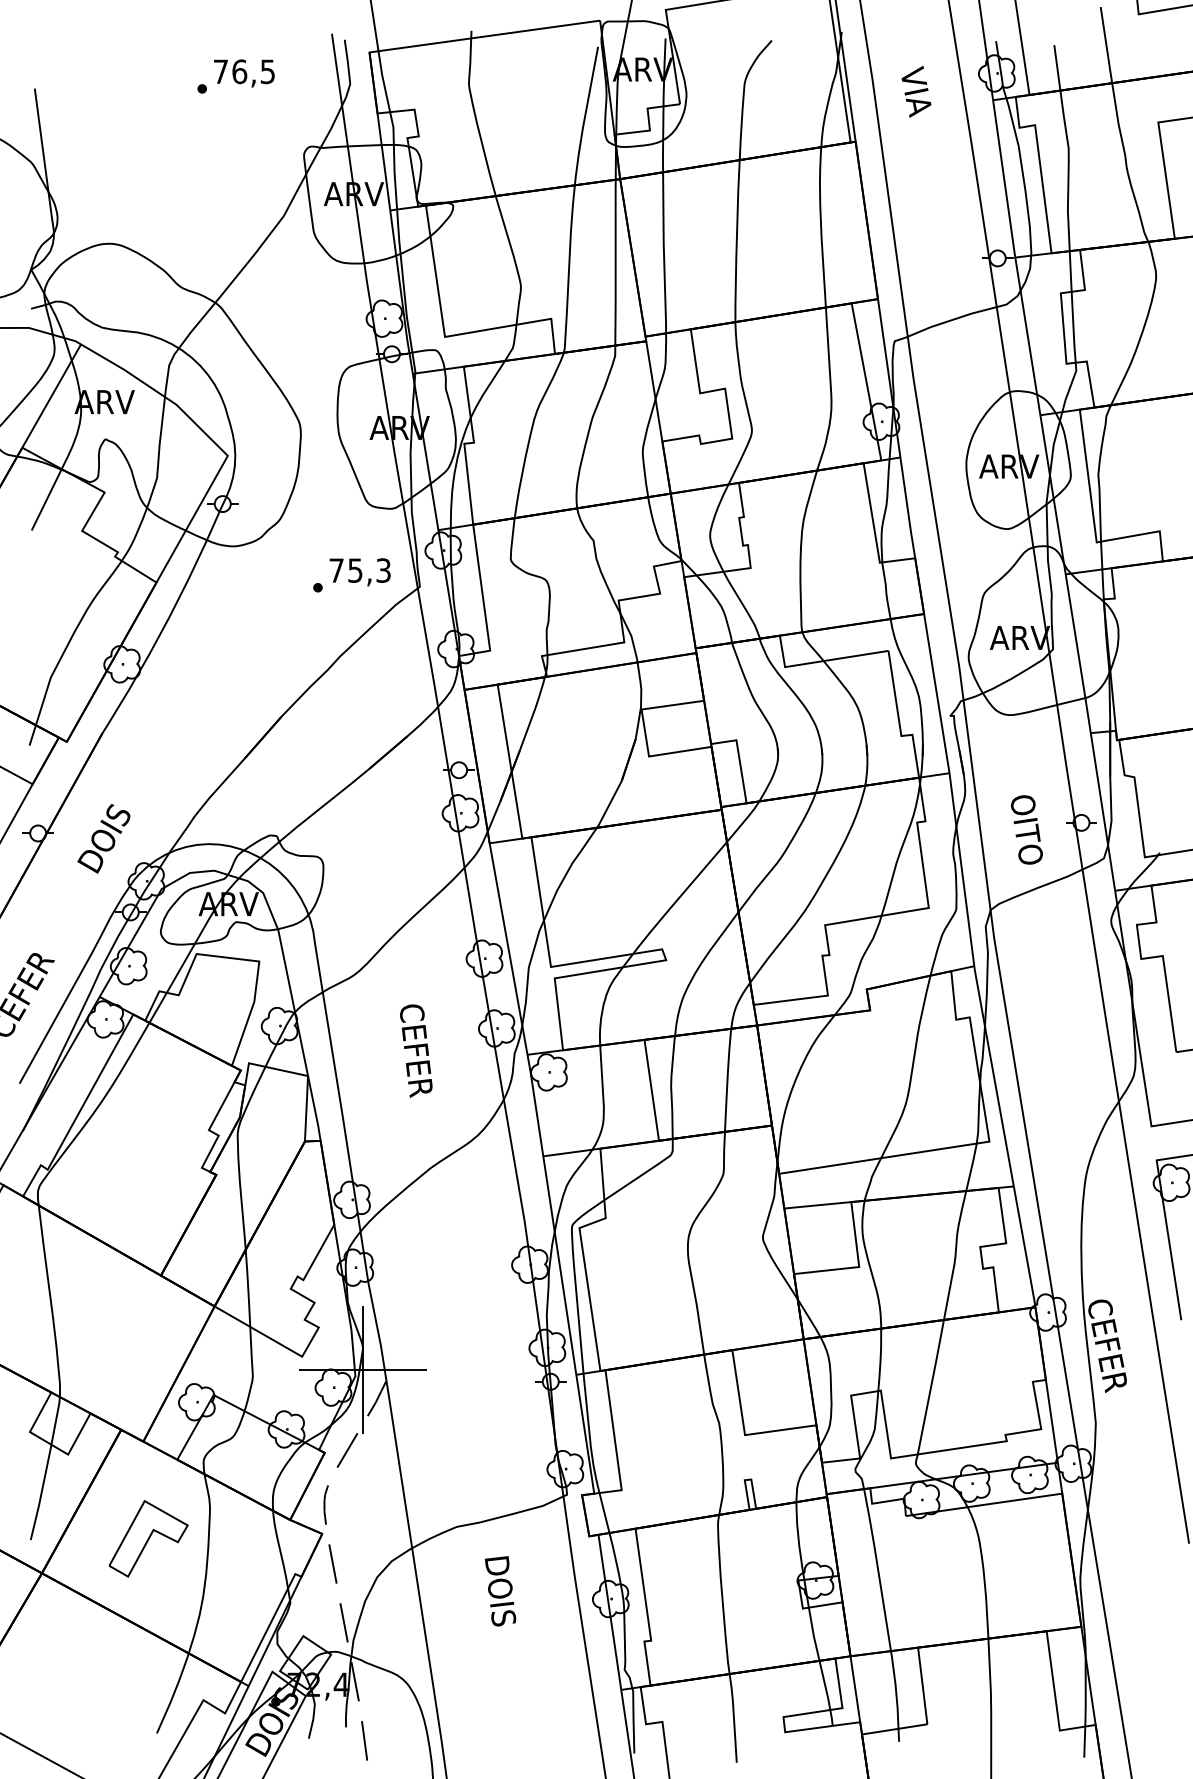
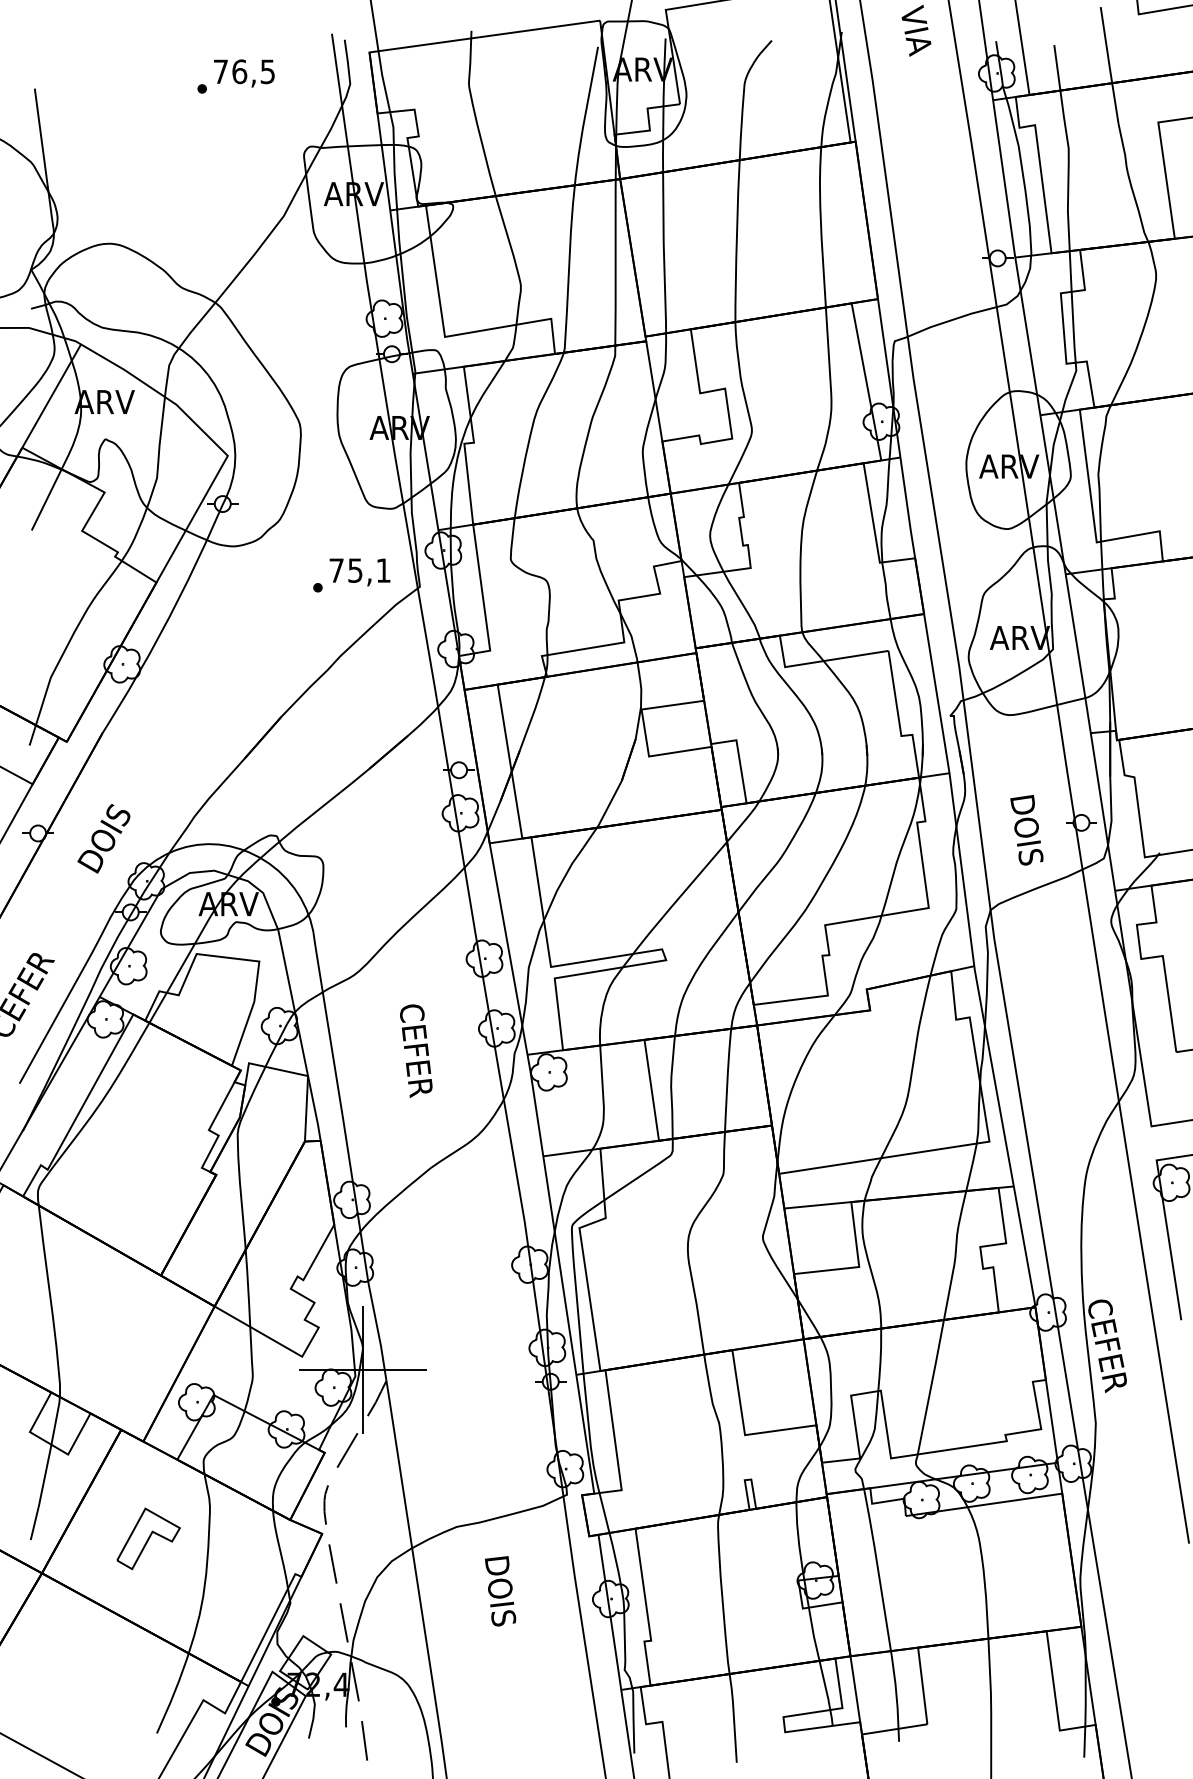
text at (916, 91) position: (916, 91) -> (916, 30)
text at (383, 570): 75,3 -> 75,1
text at (1026, 829): OITO -> DOIS
part at (148, 1538) size: 81x78 px -> 65x64 px
